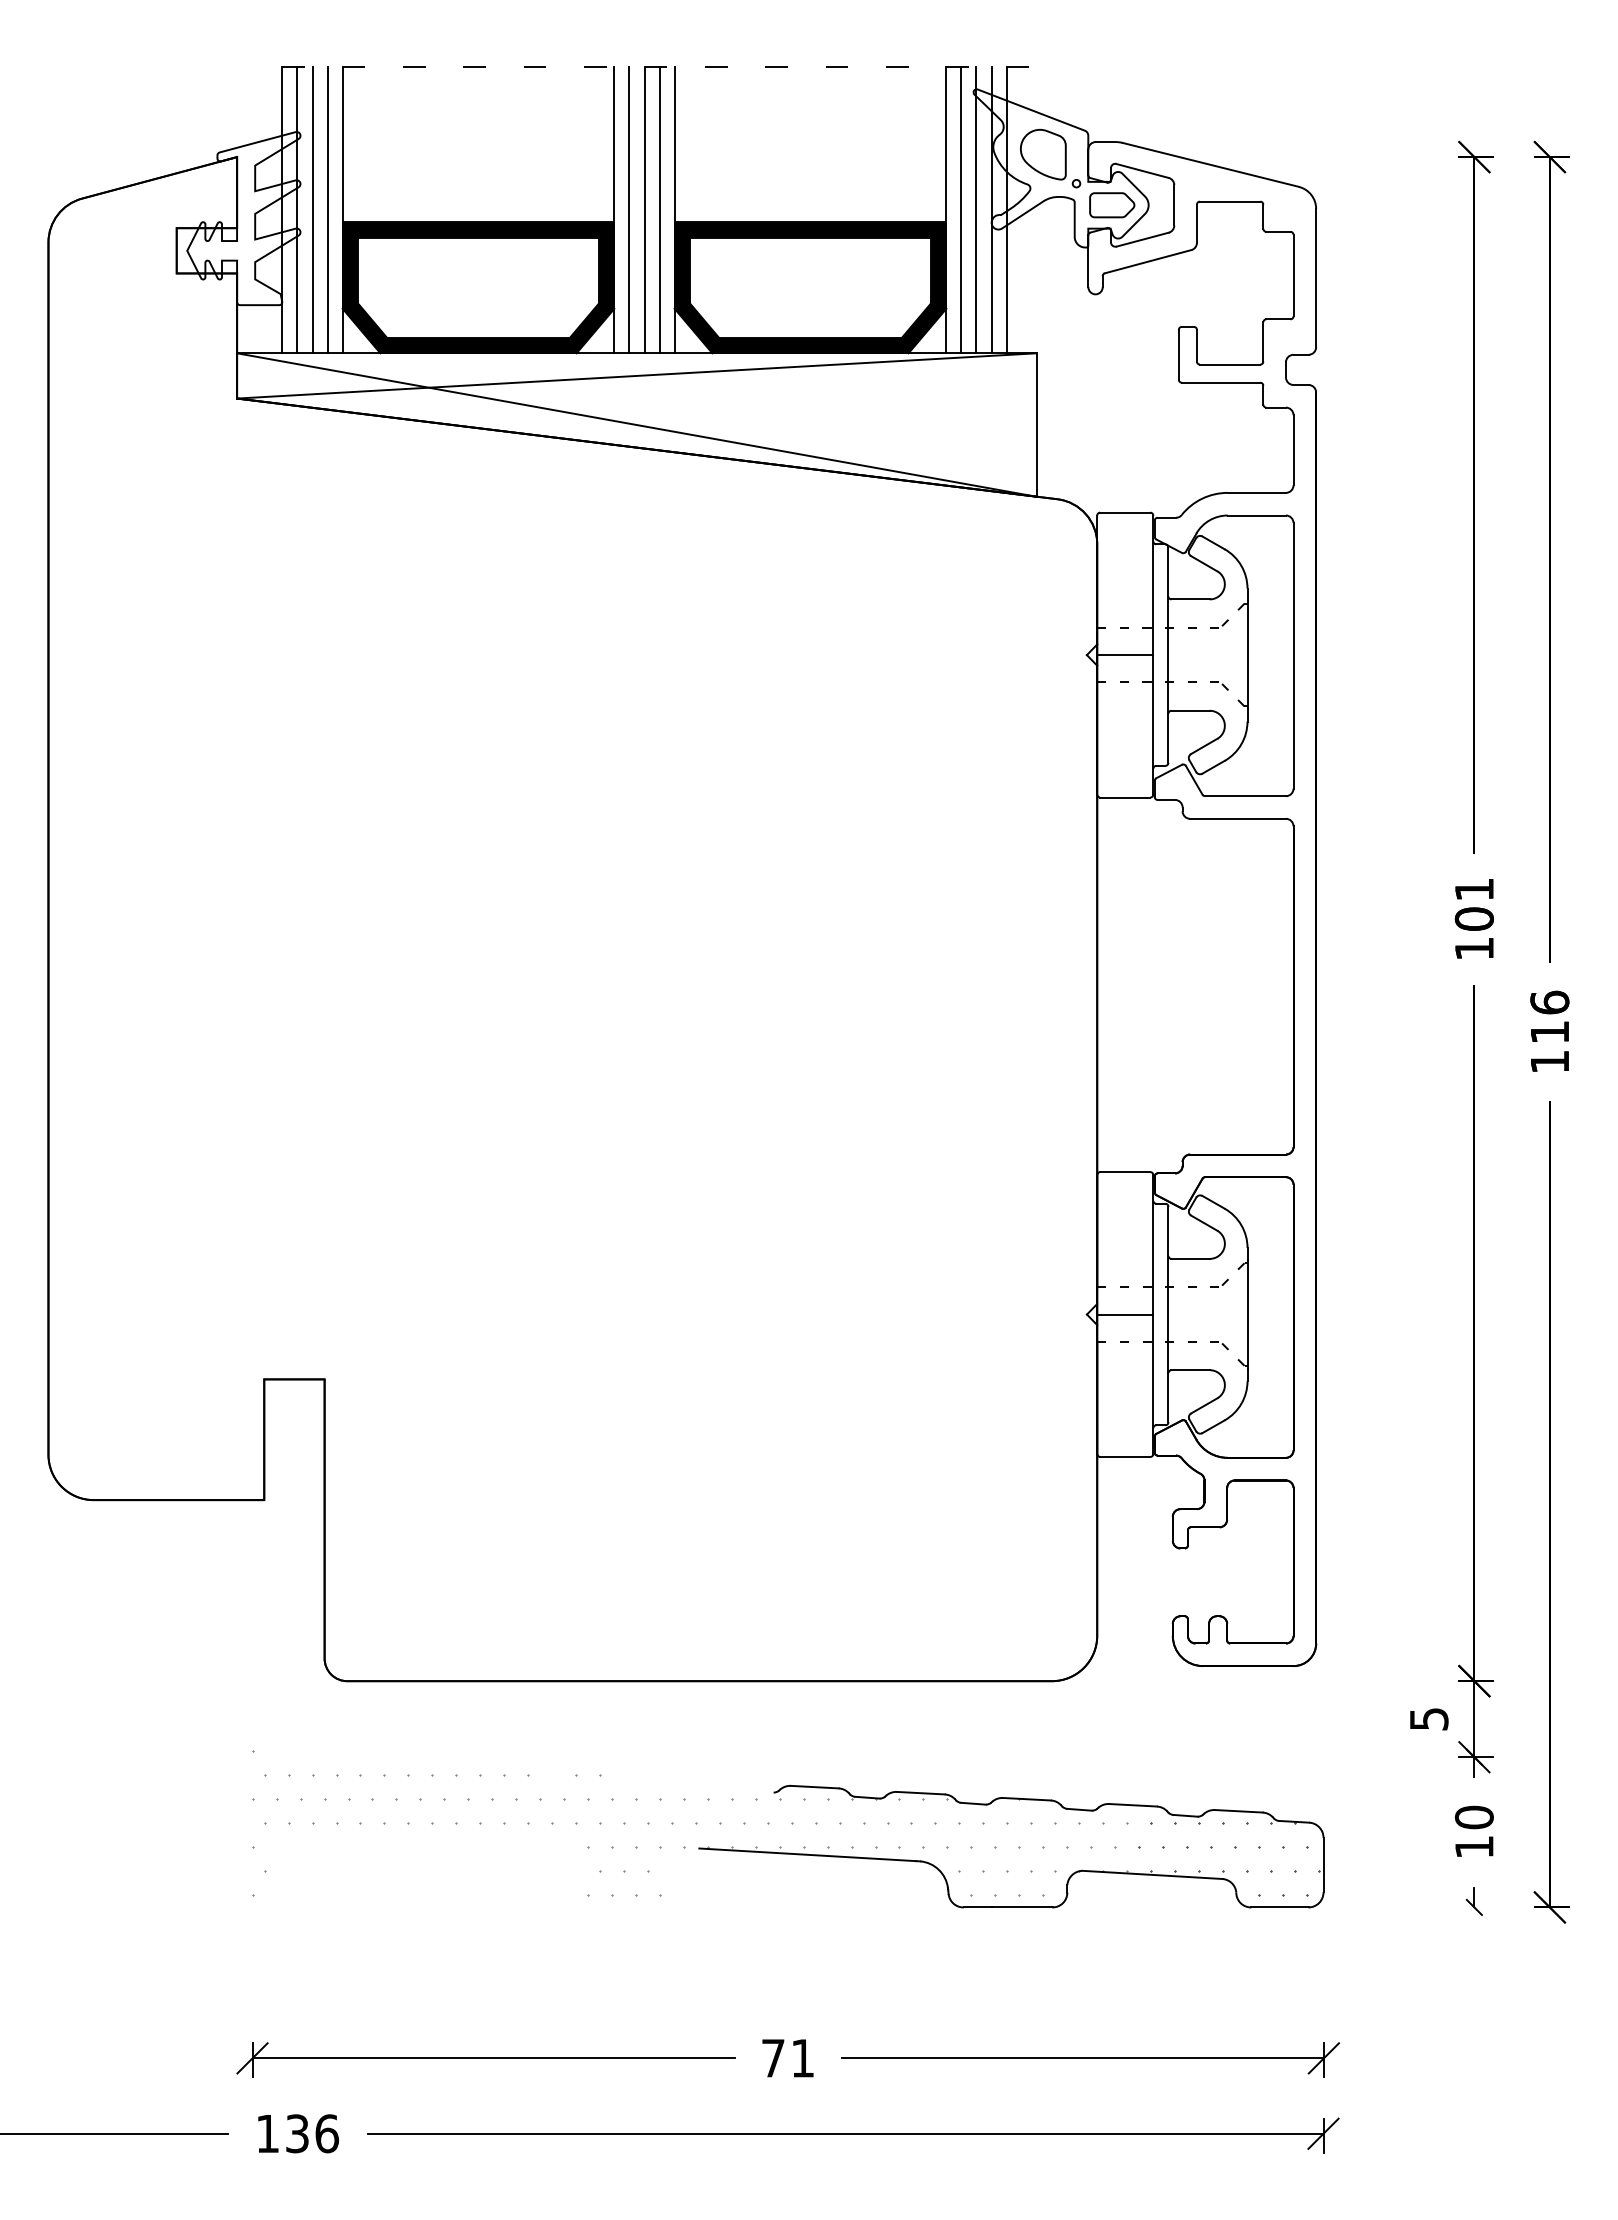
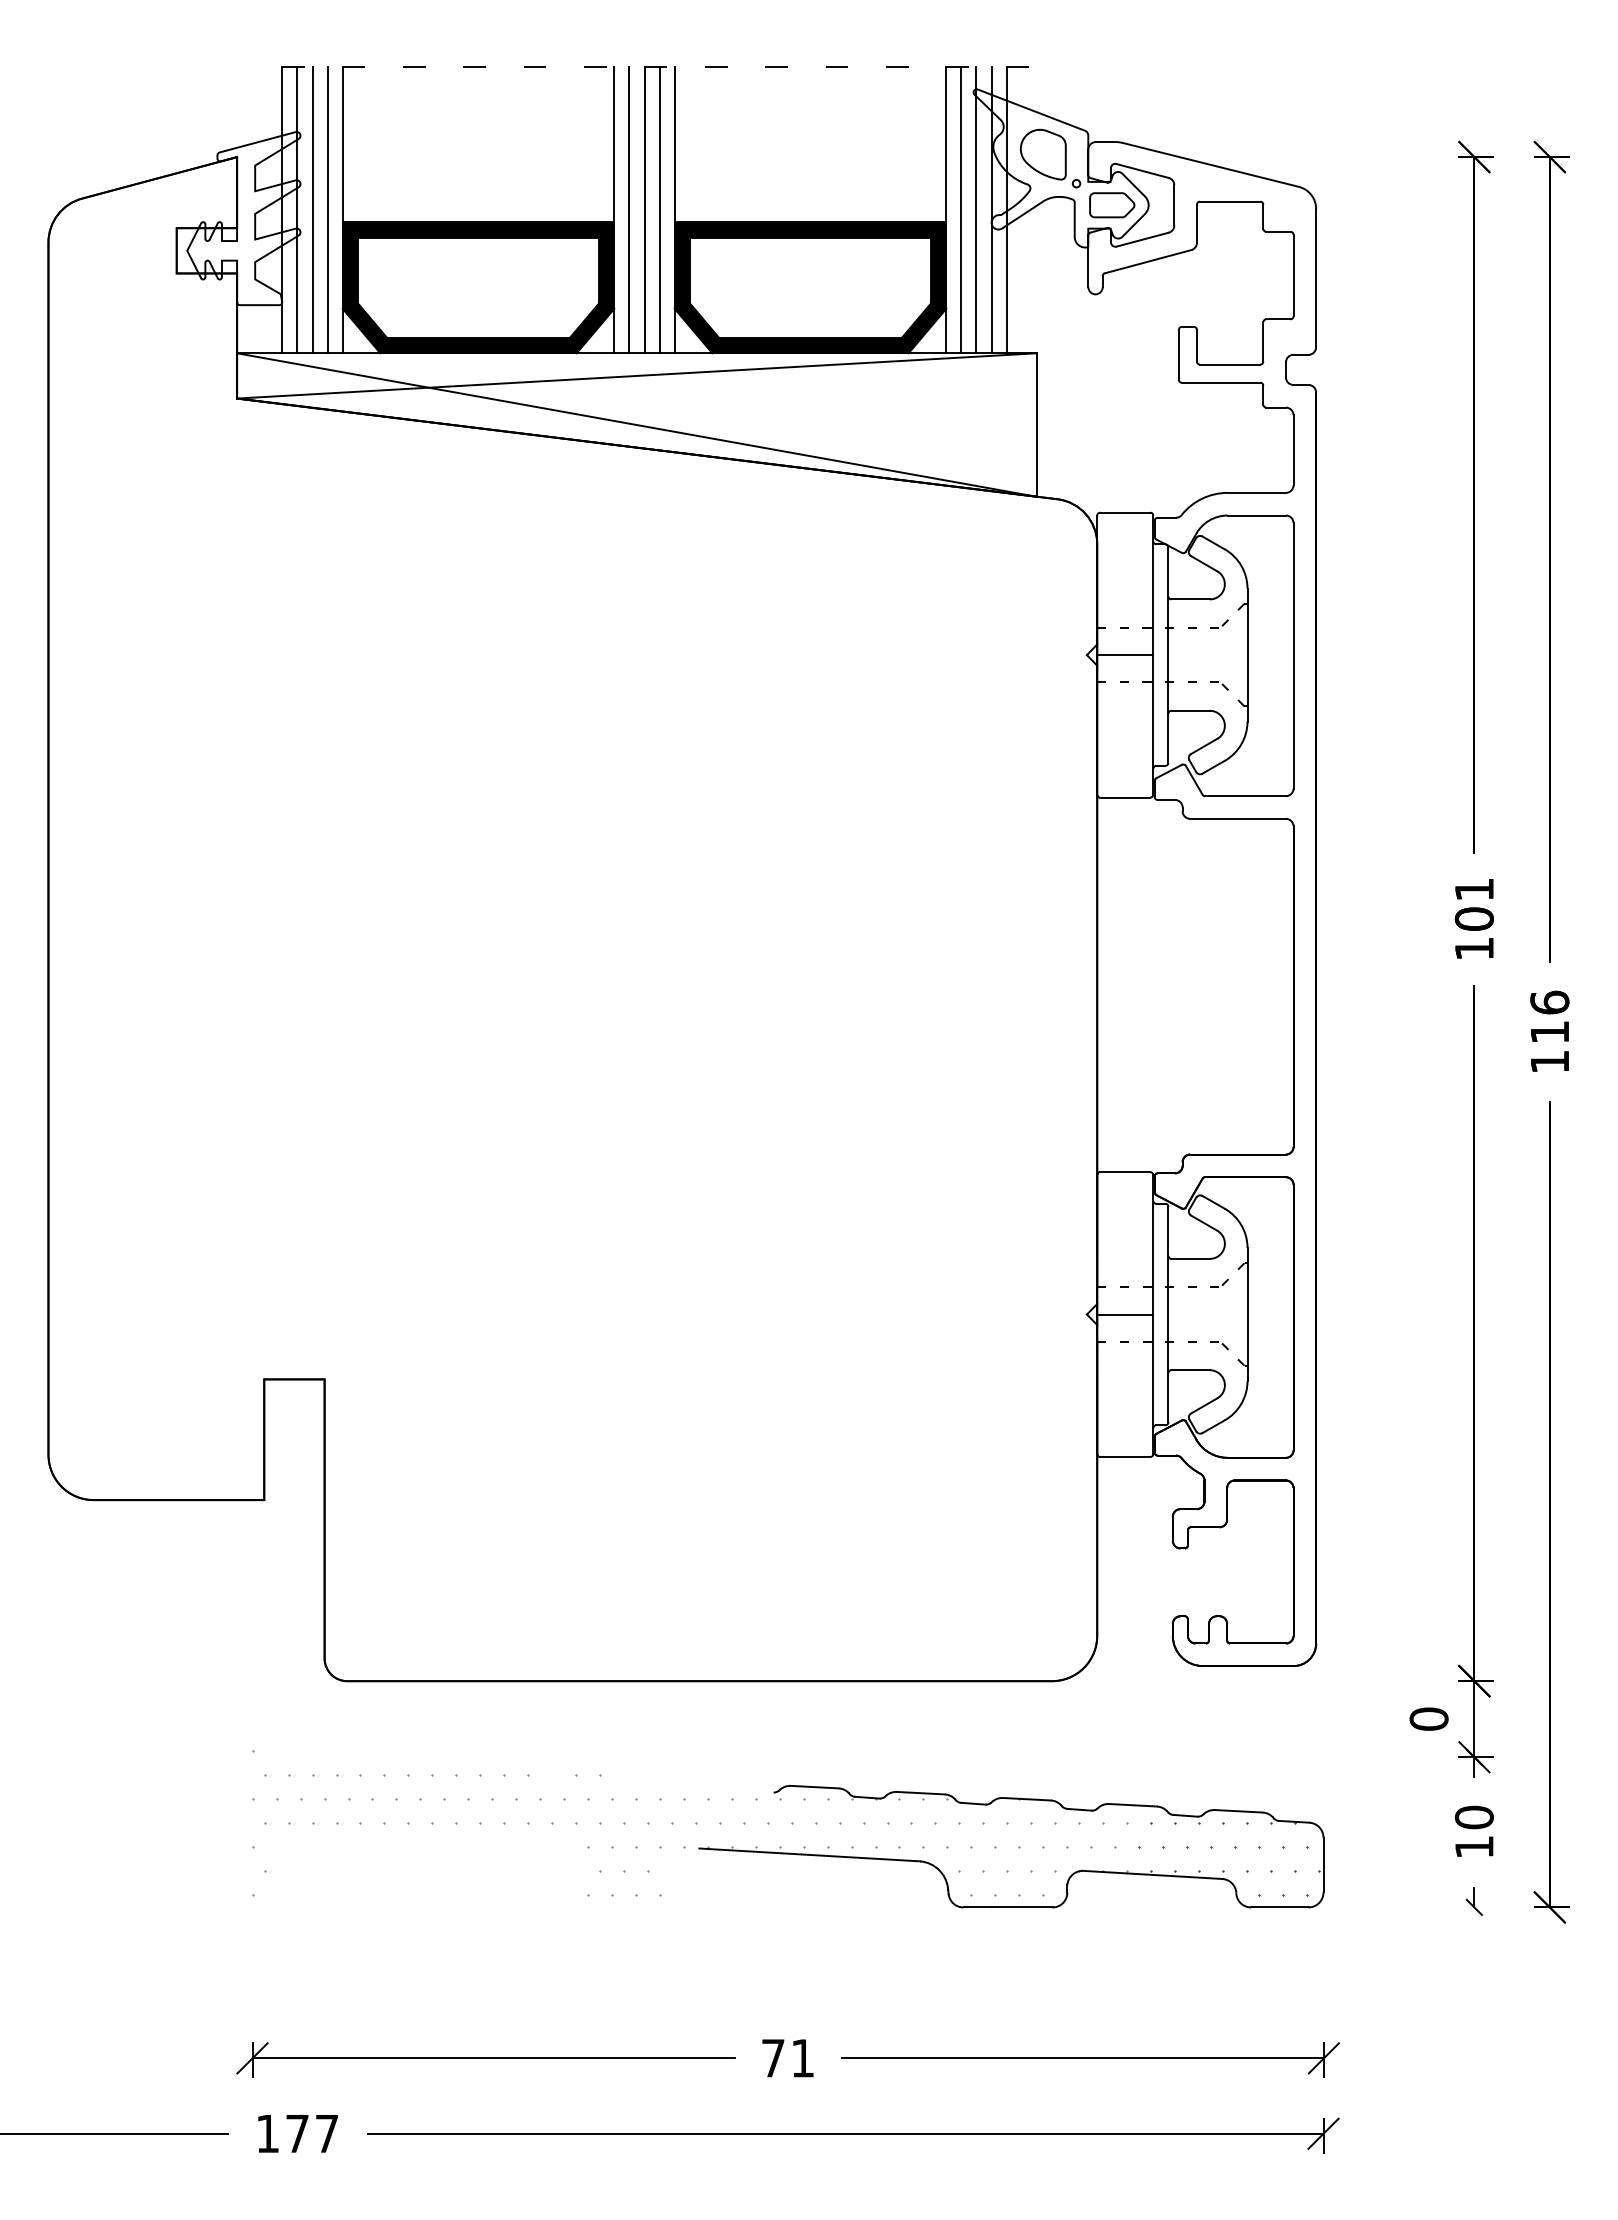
text at (1428, 1718): 5 -> 0
text at (312, 2133): 136 -> 177
